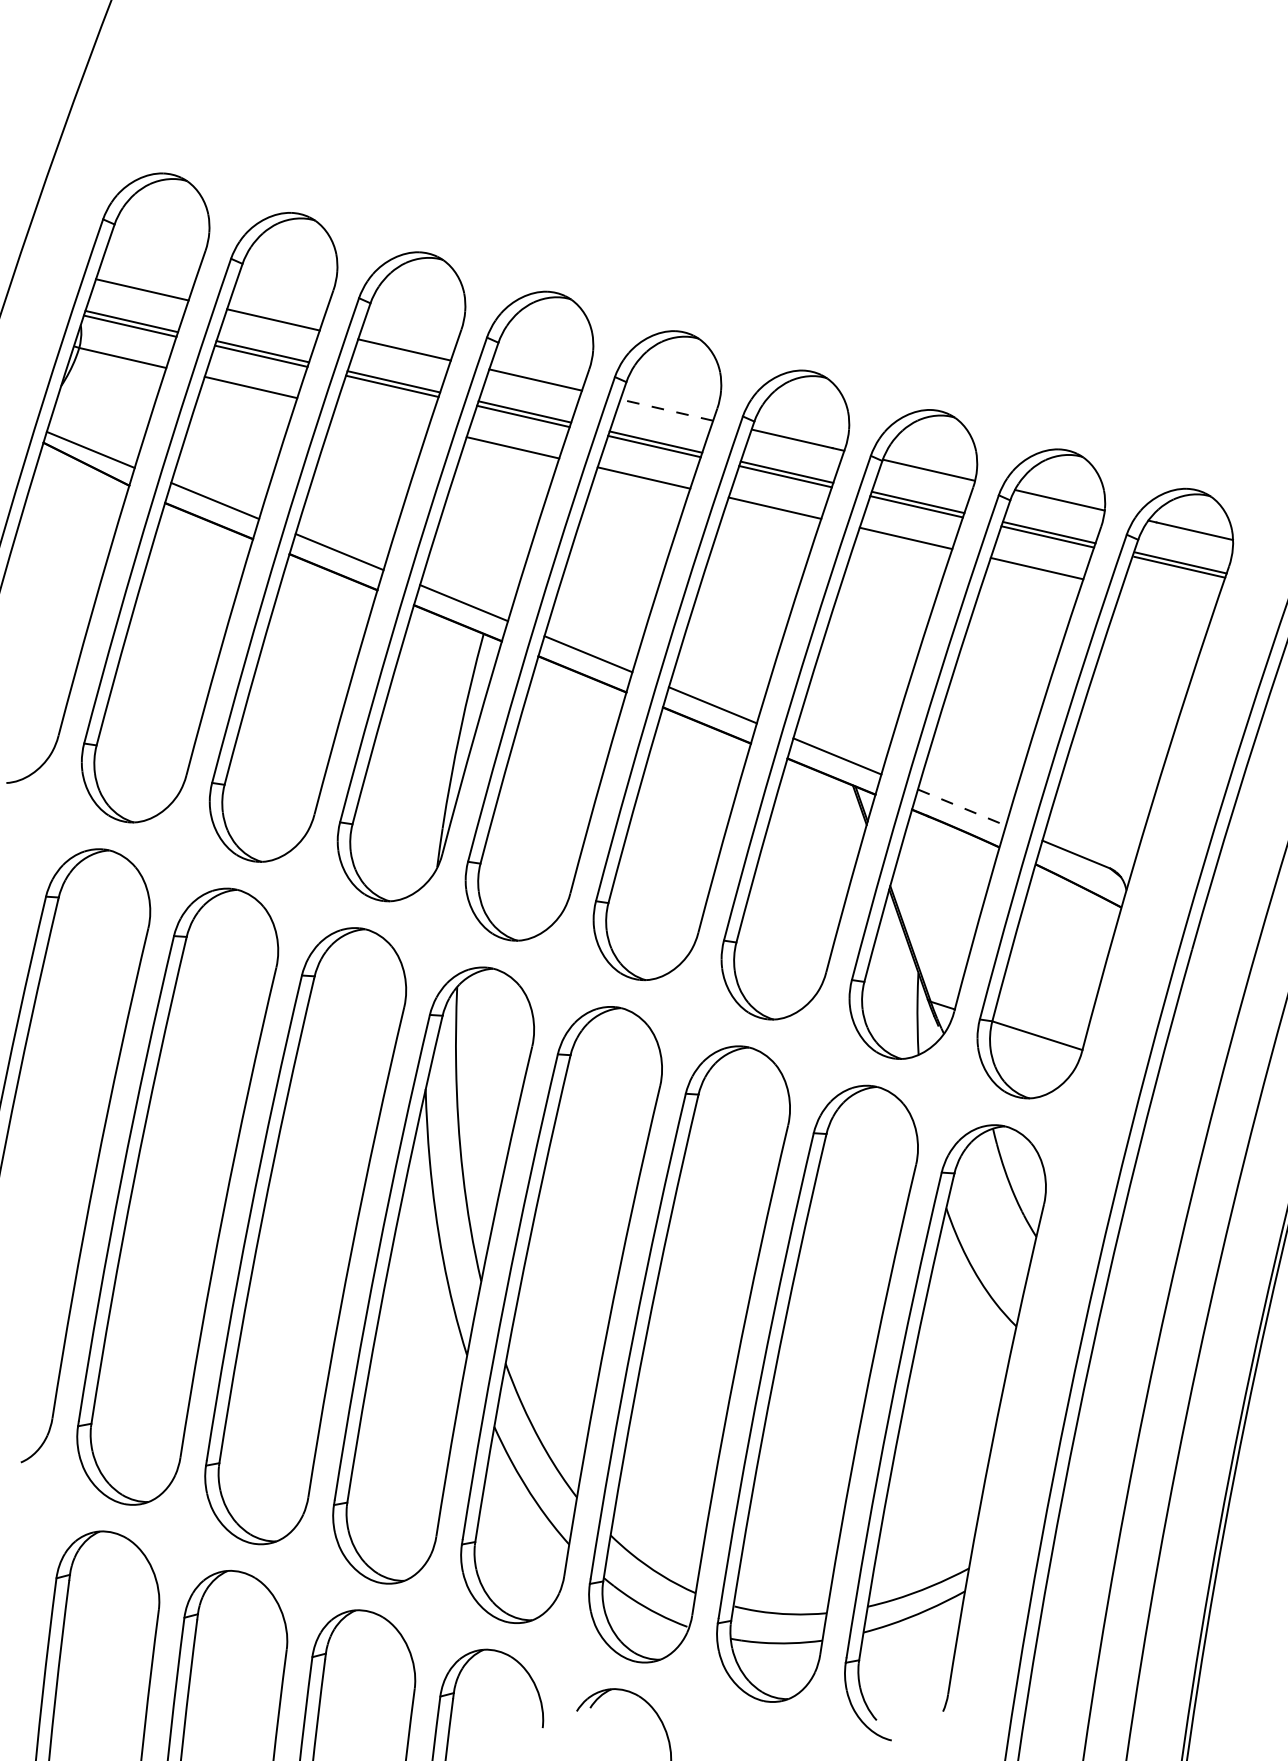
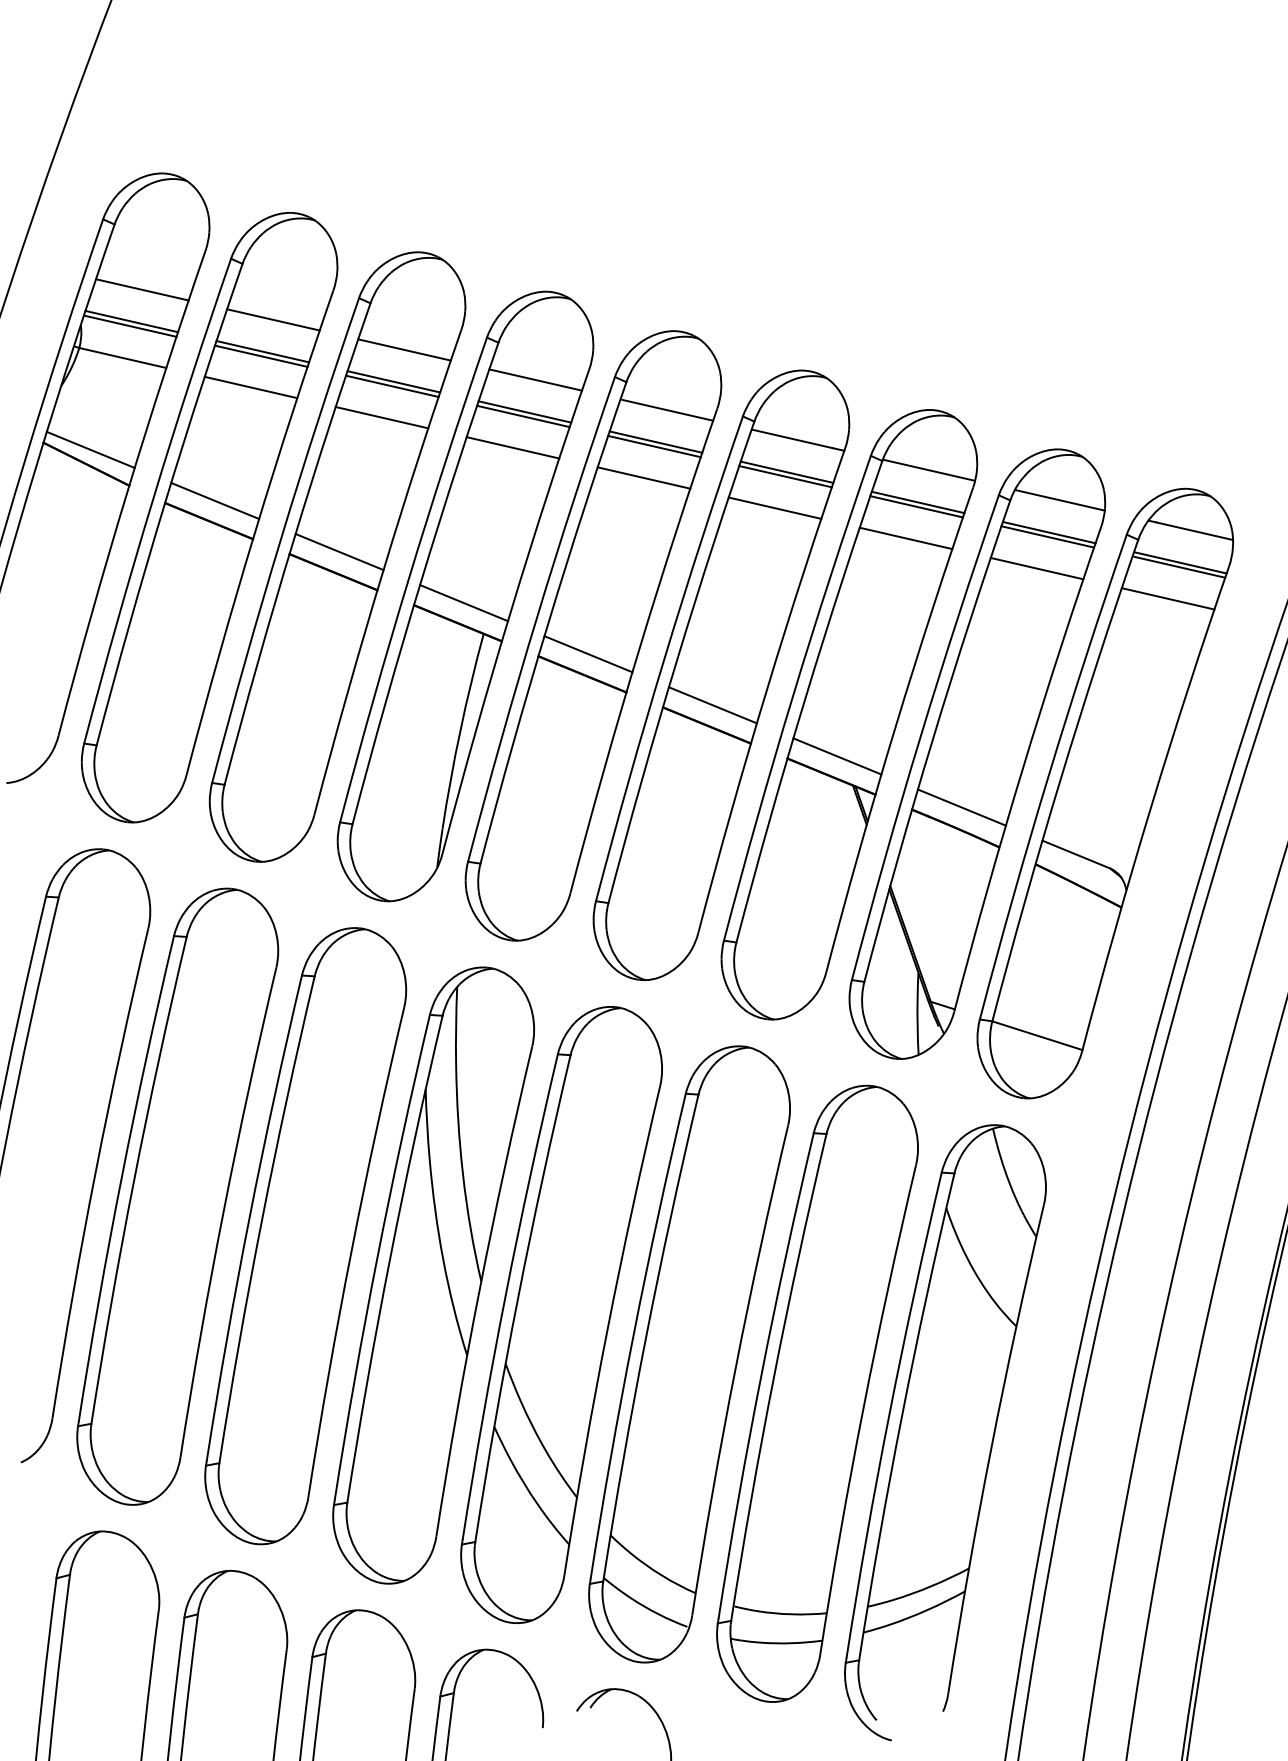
line at (667, 410): dashed -> solid
line at (381, 417): none -> present
line at (1167, 598): none -> present
line at (961, 807): dashed -> solid
